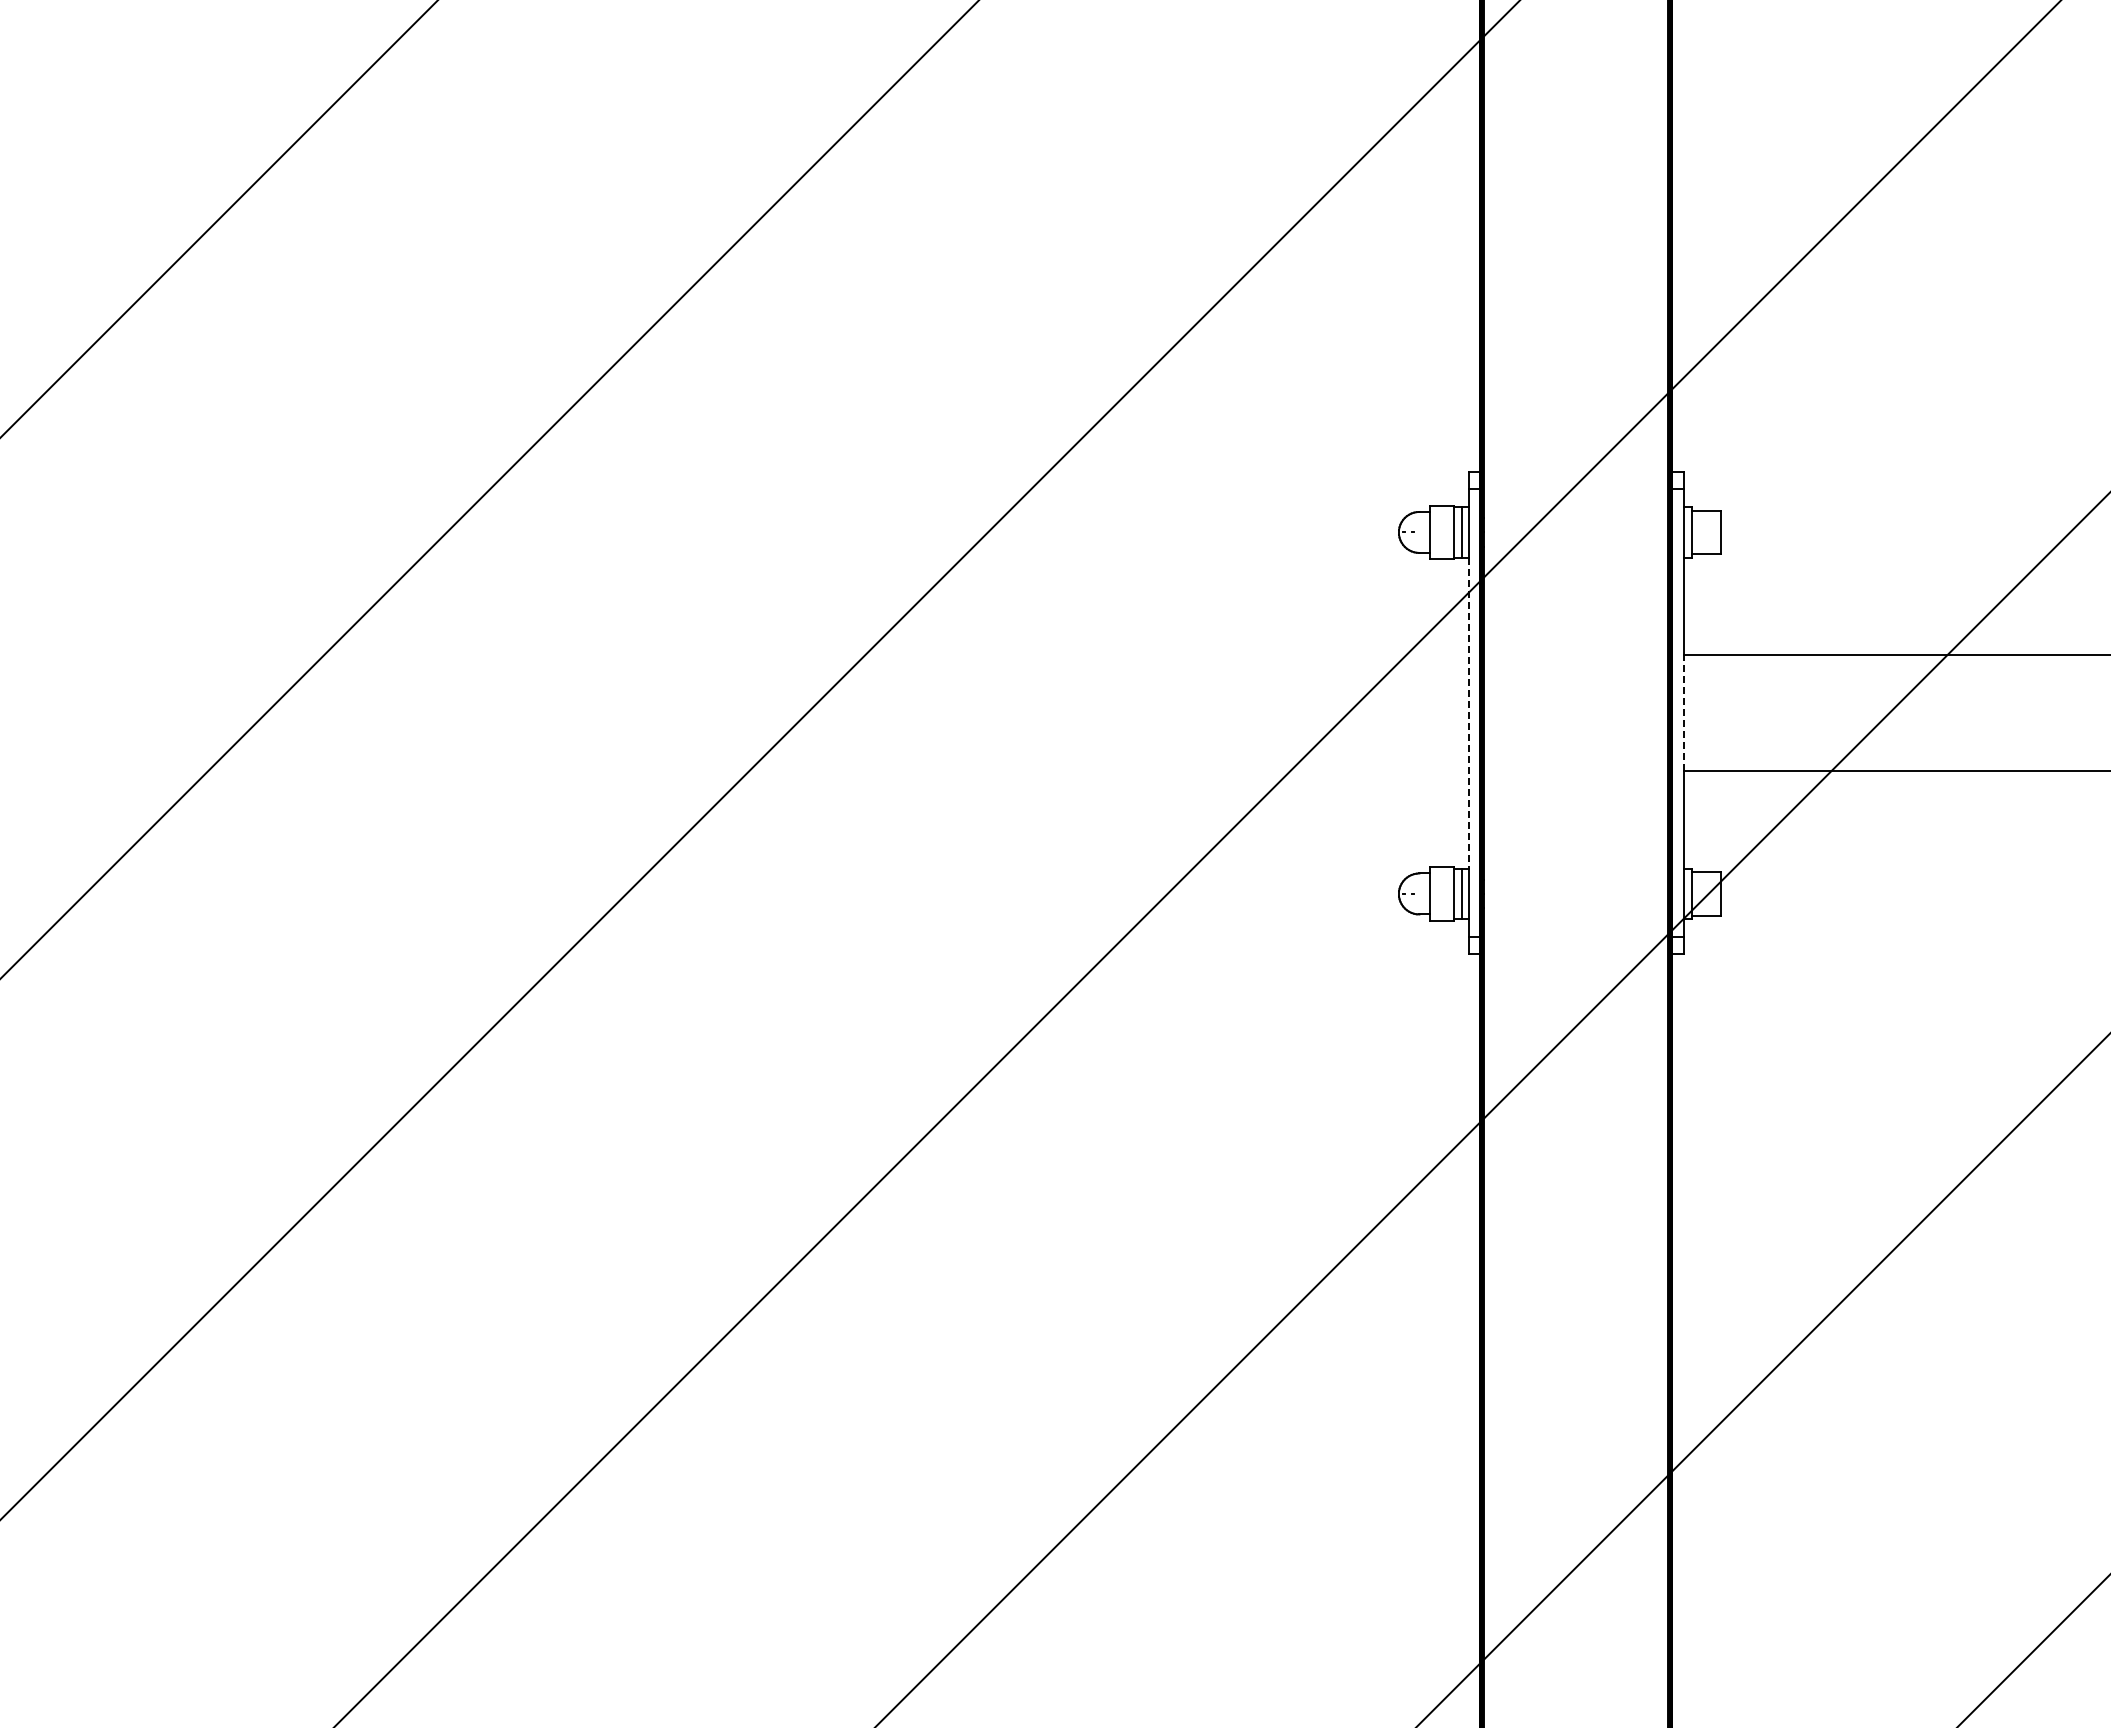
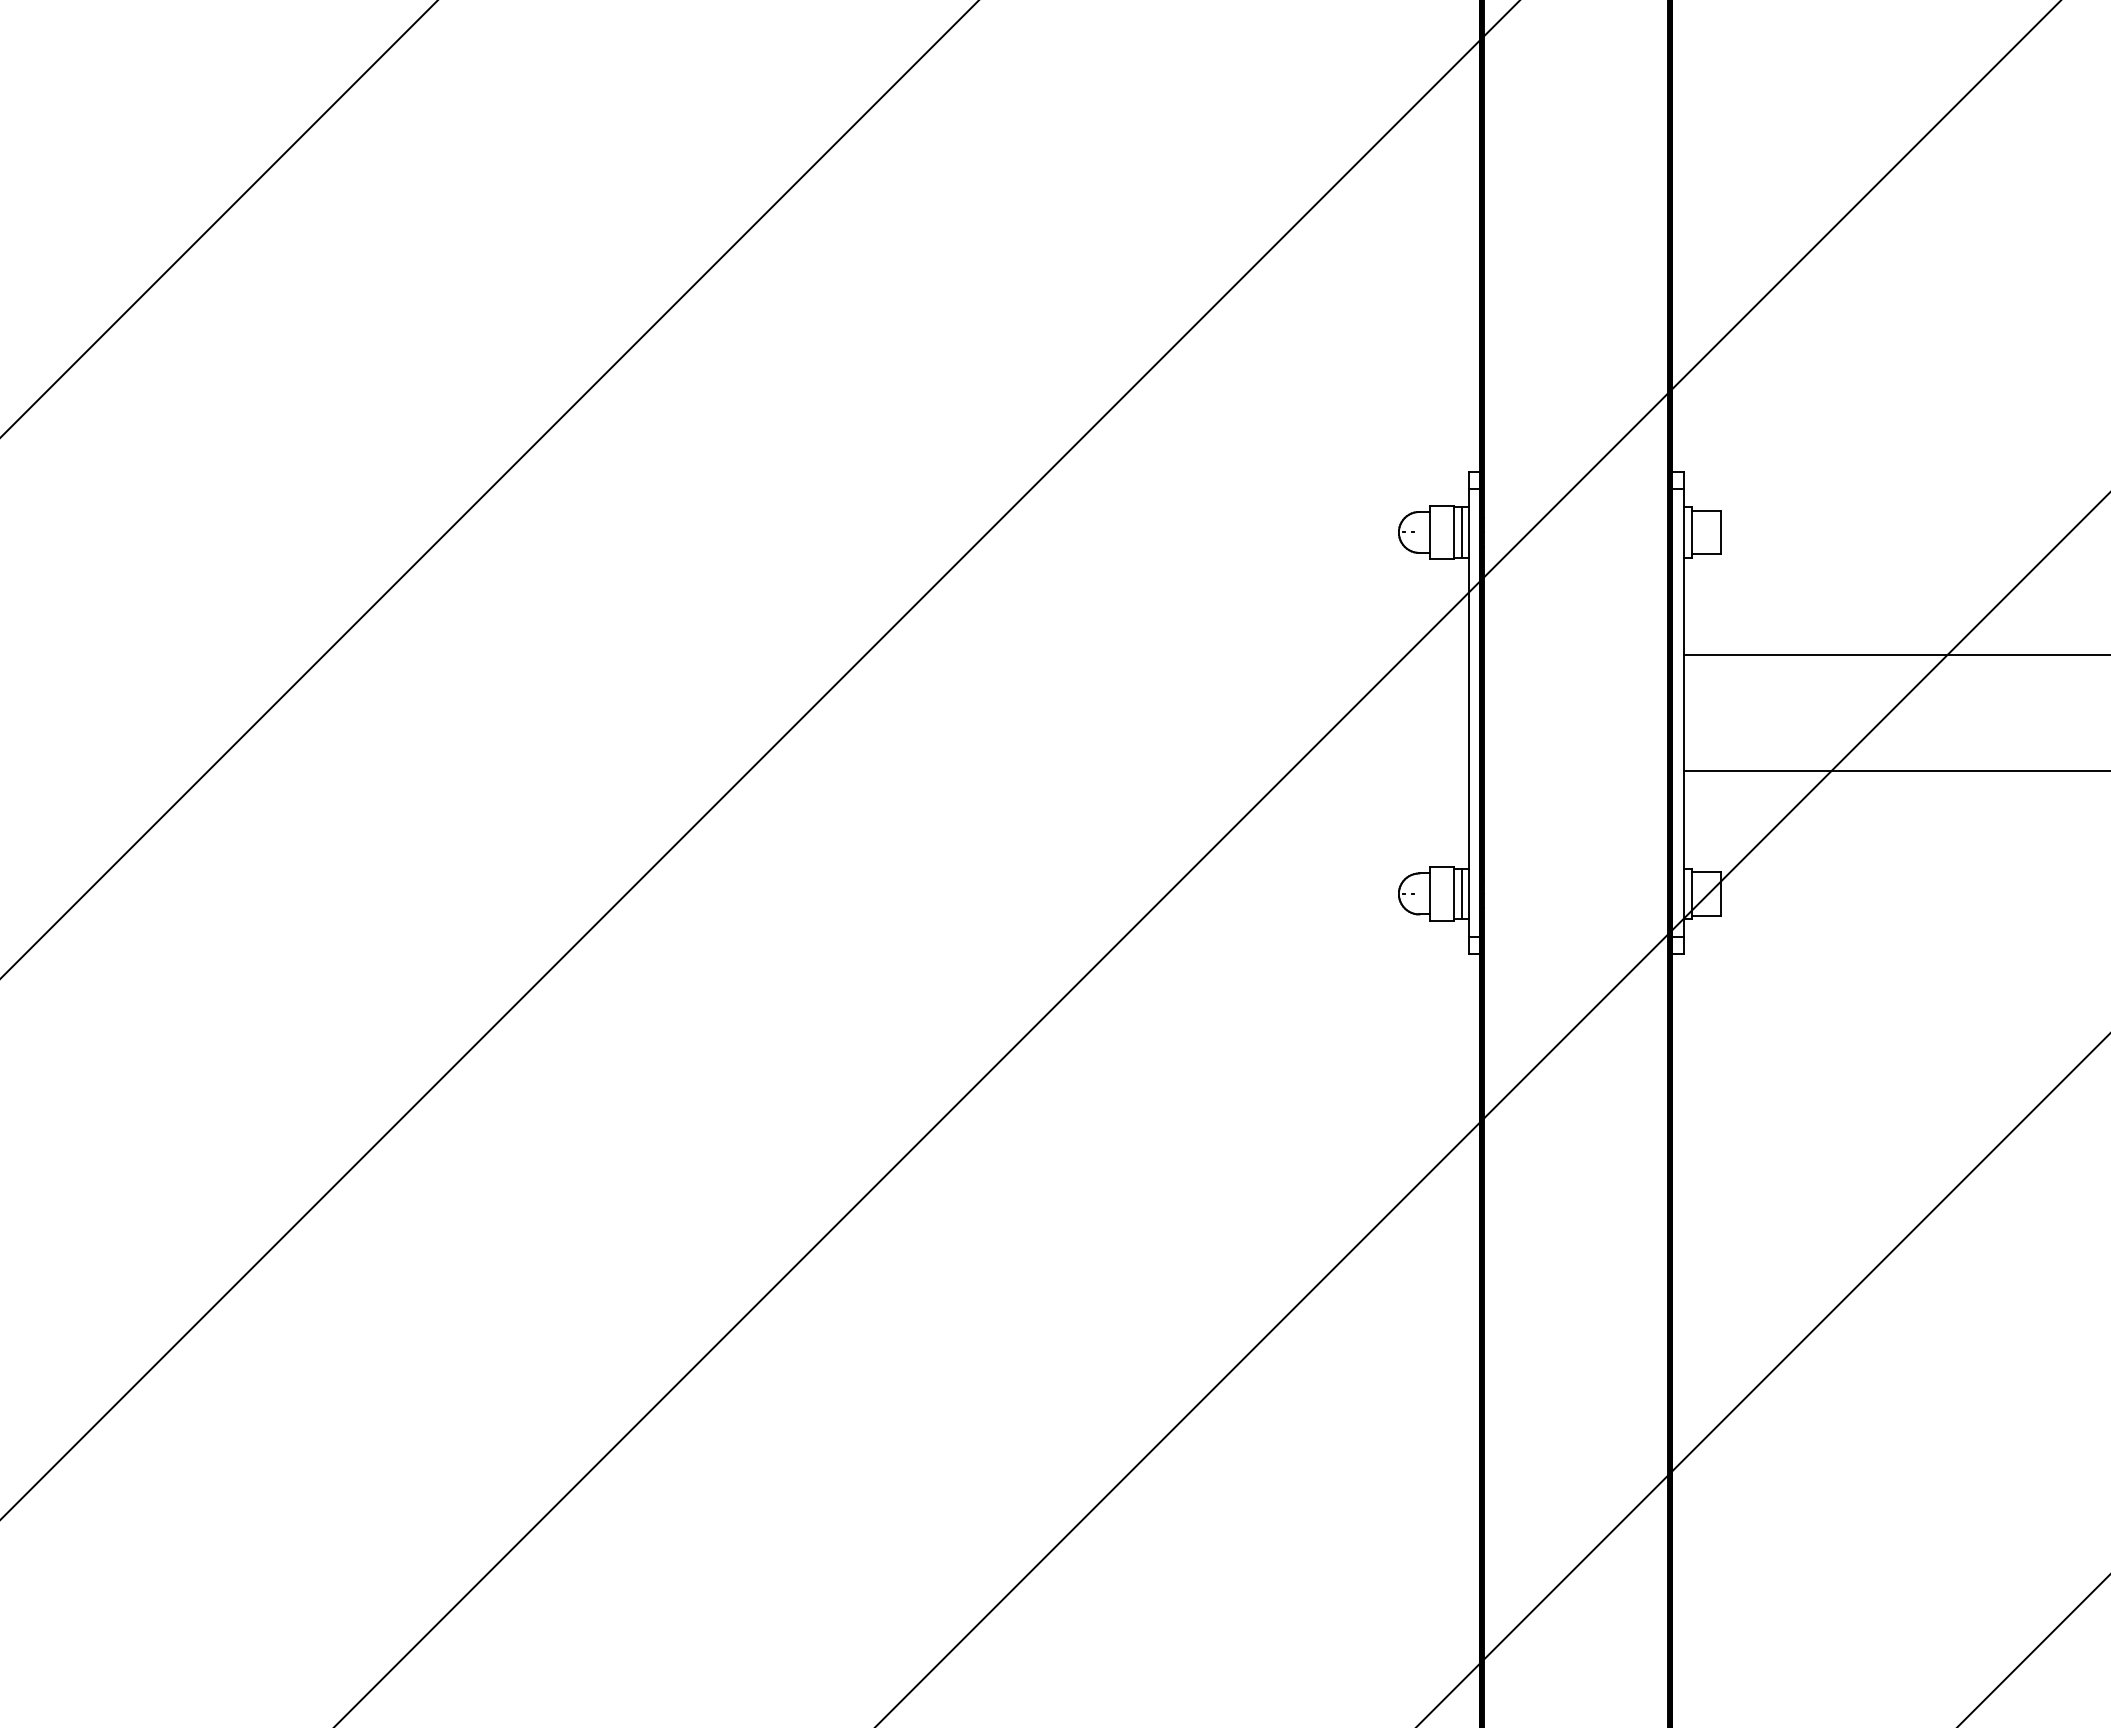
line at (1684, 712): dashed -> solid
line at (1468, 713): dashed -> solid
